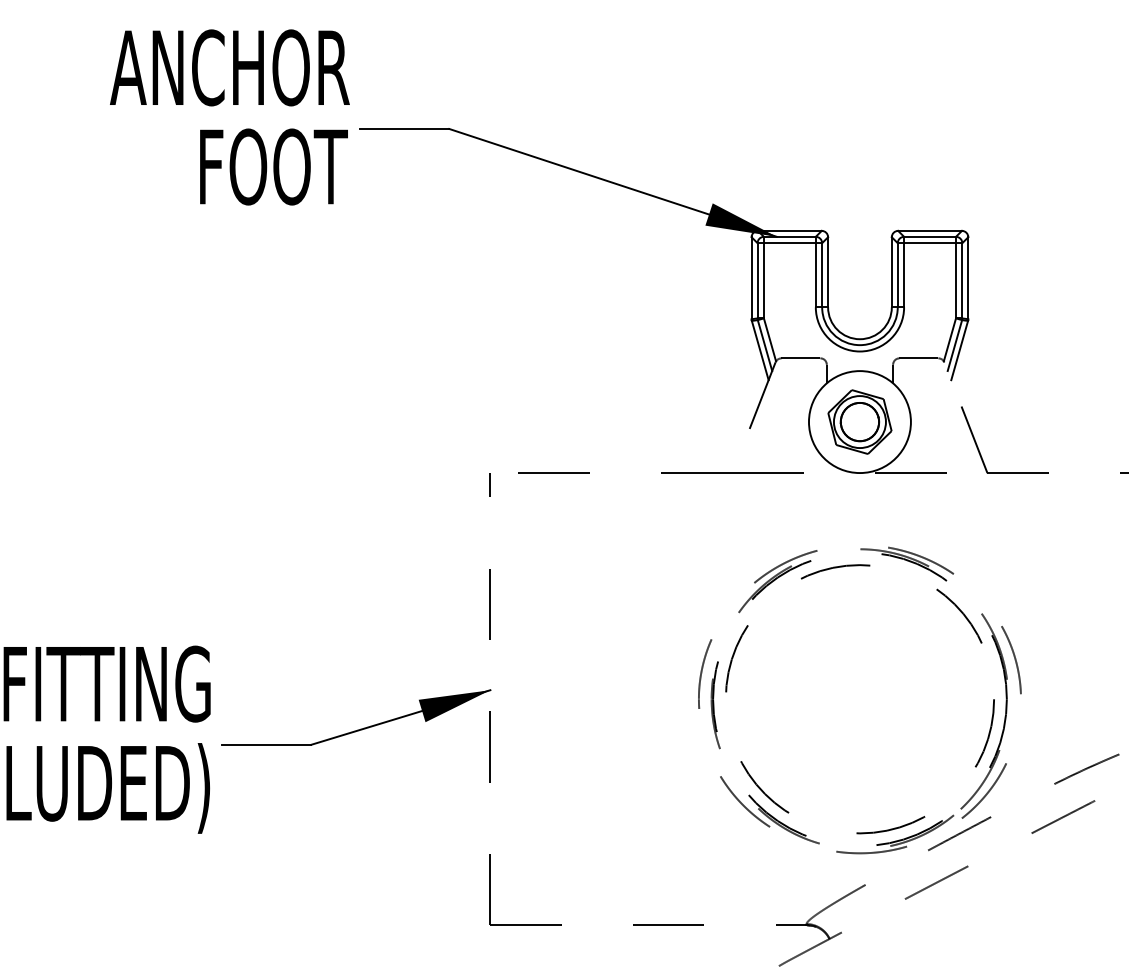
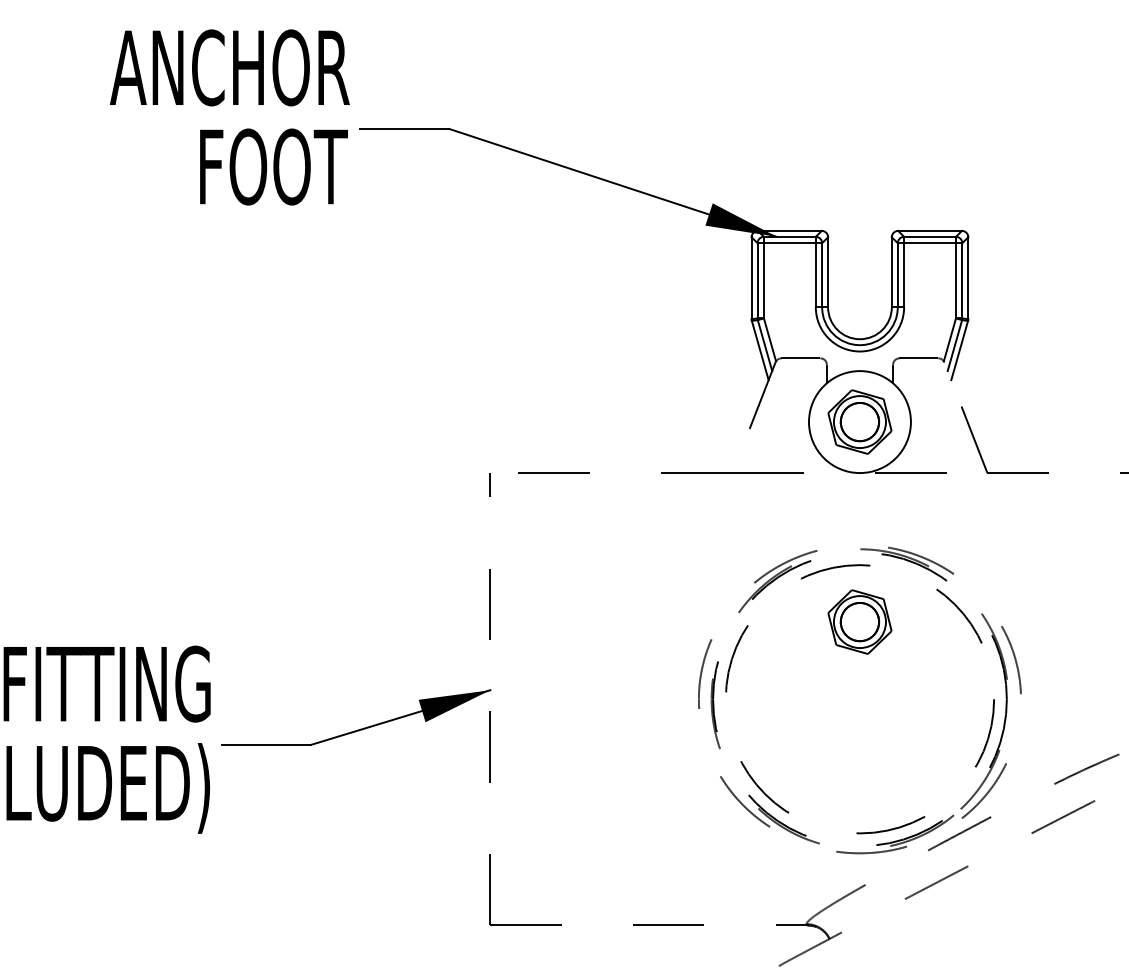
part at (859, 621): none -> present
